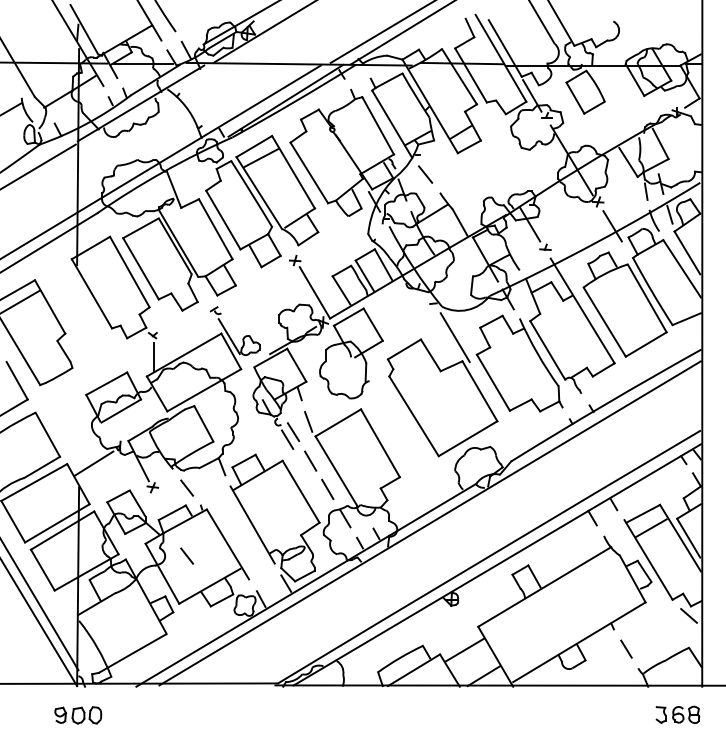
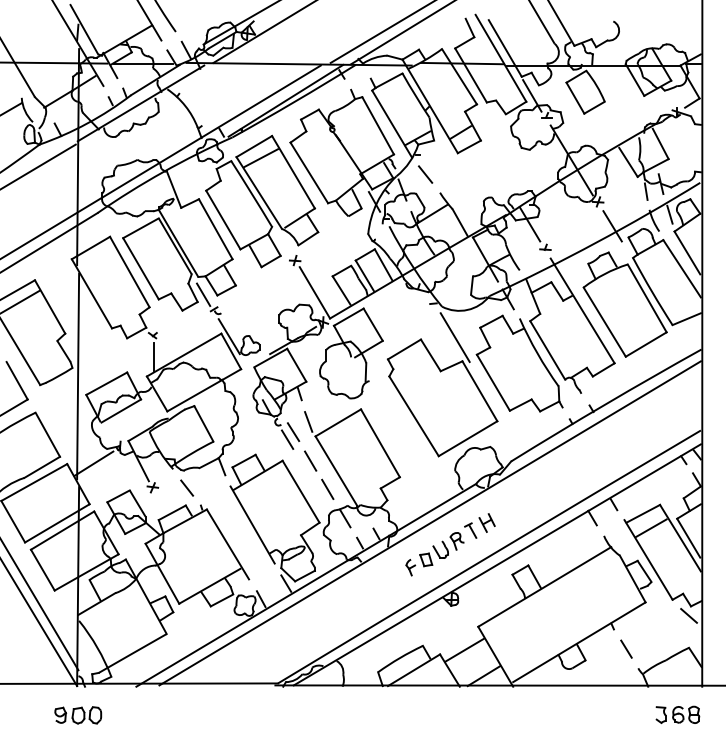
line at (203, 294): none -> present
line at (78, 376): none -> present
part at (450, 544): none -> present
line at (187, 555): present -> none
